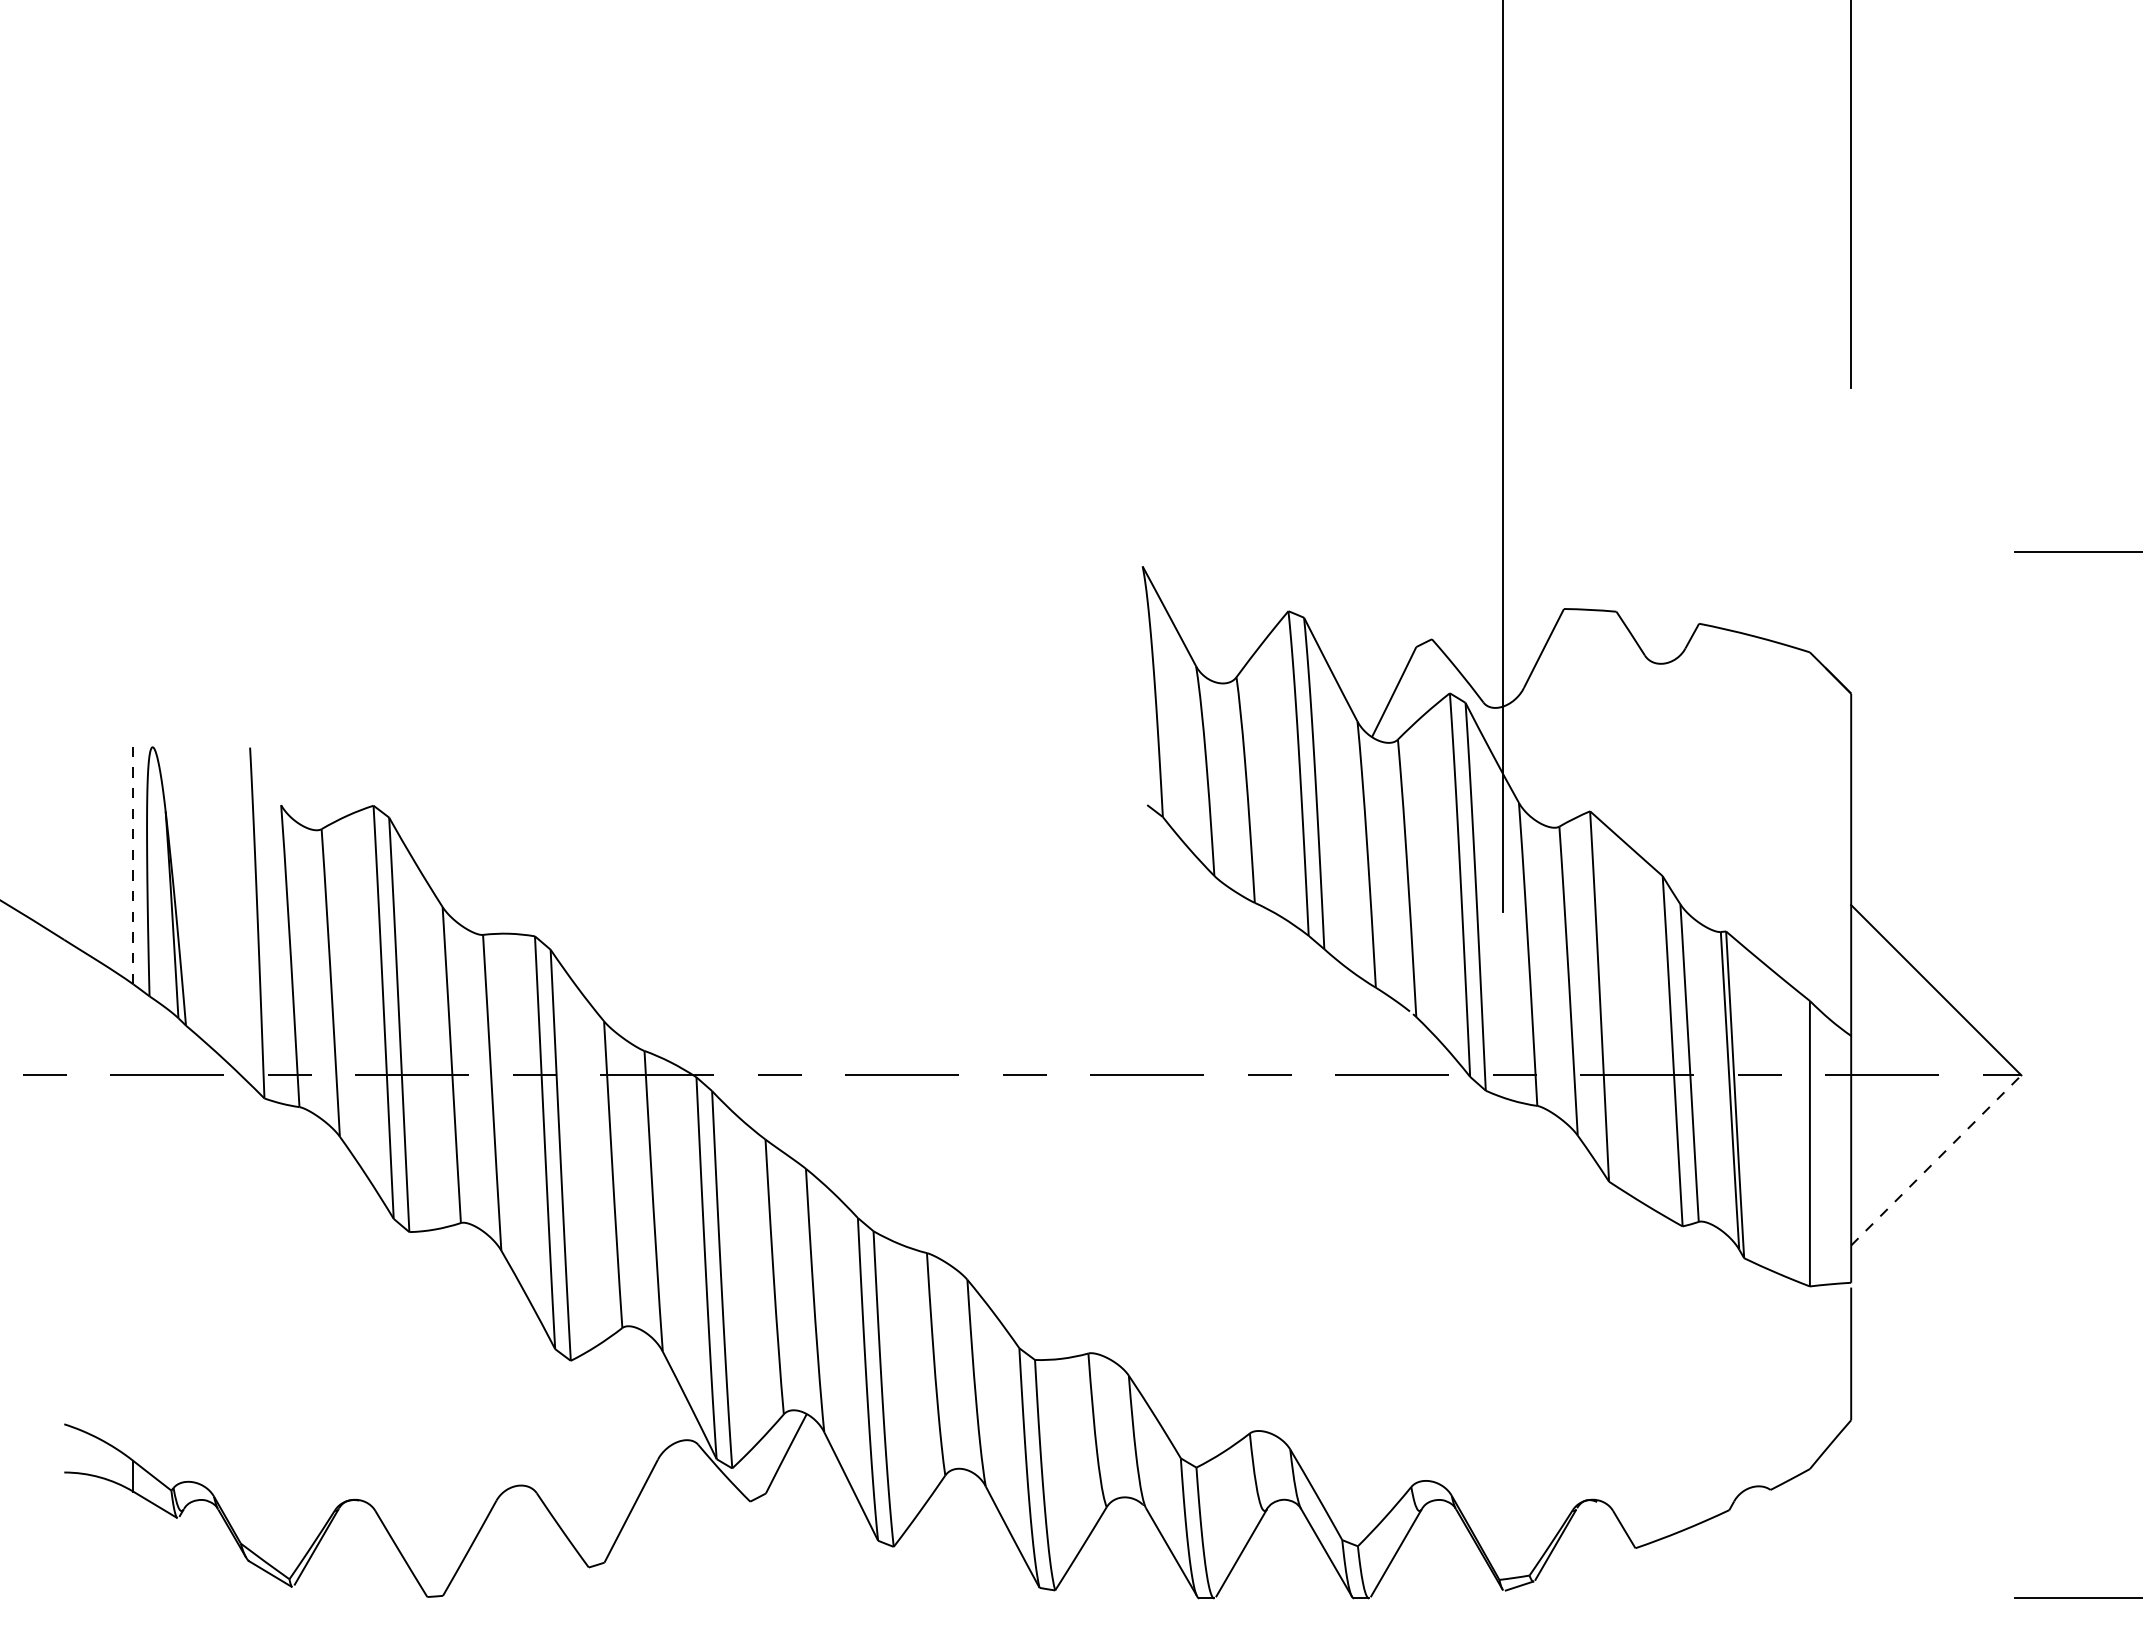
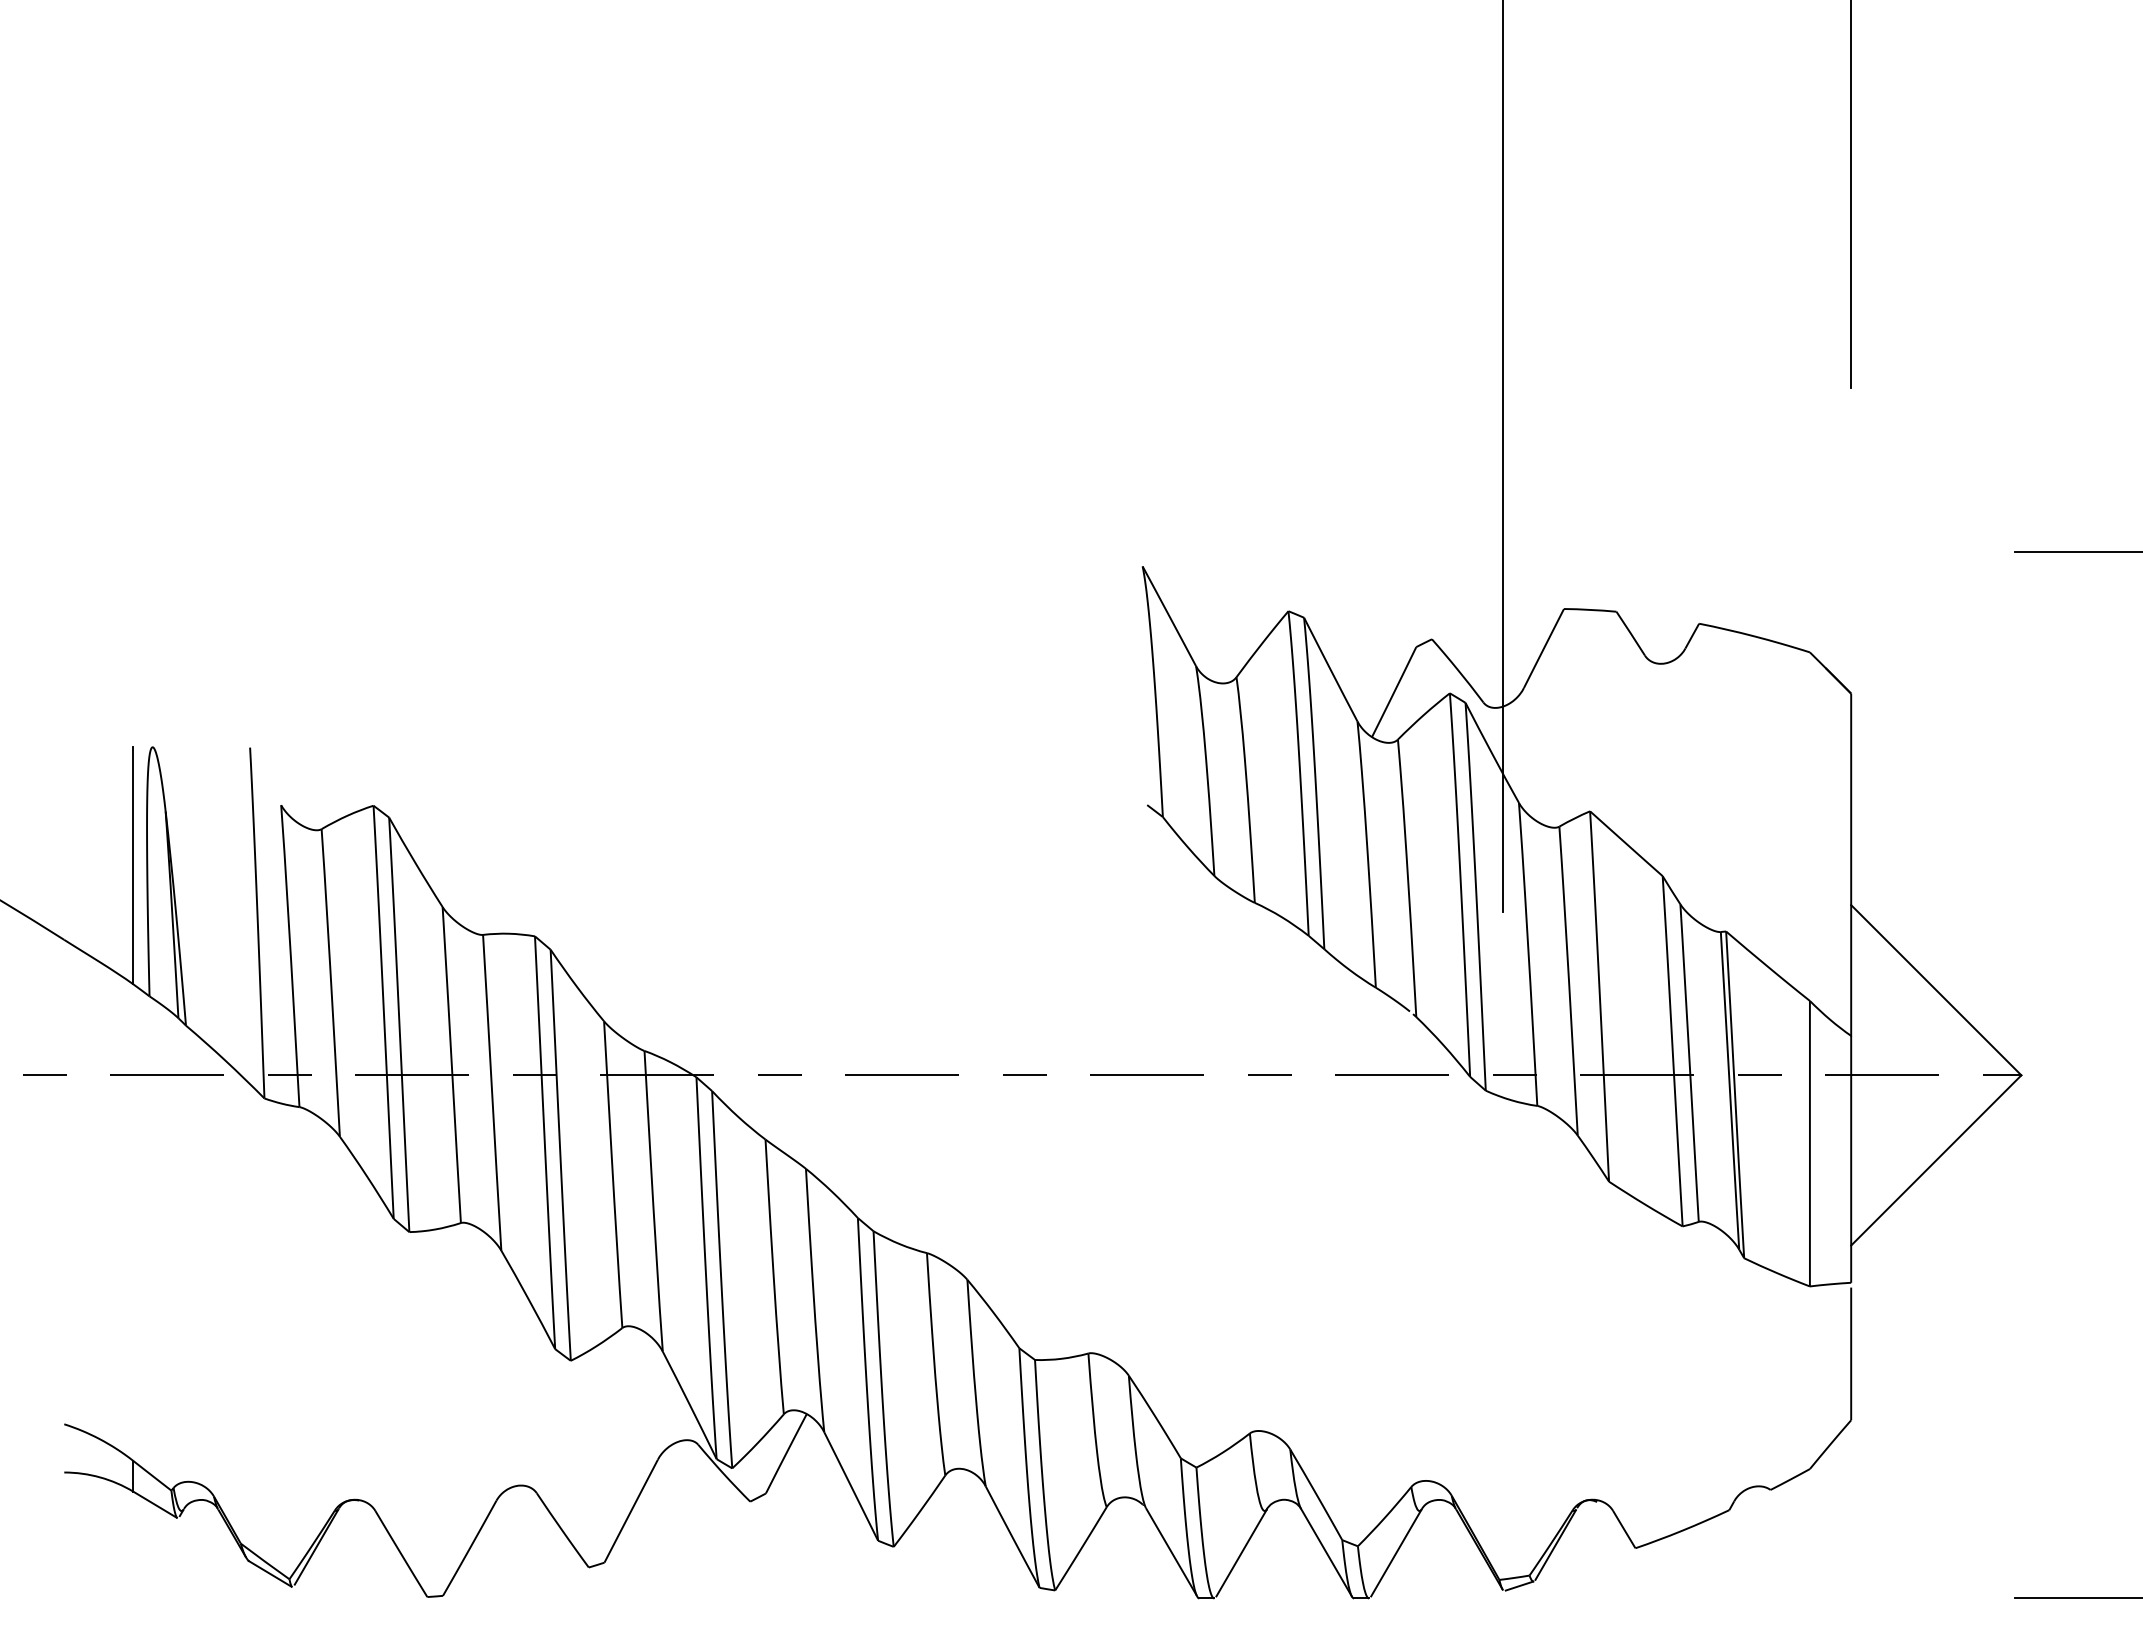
line at (133, 865): dashed -> solid
line at (1936, 1160): dashed -> solid
